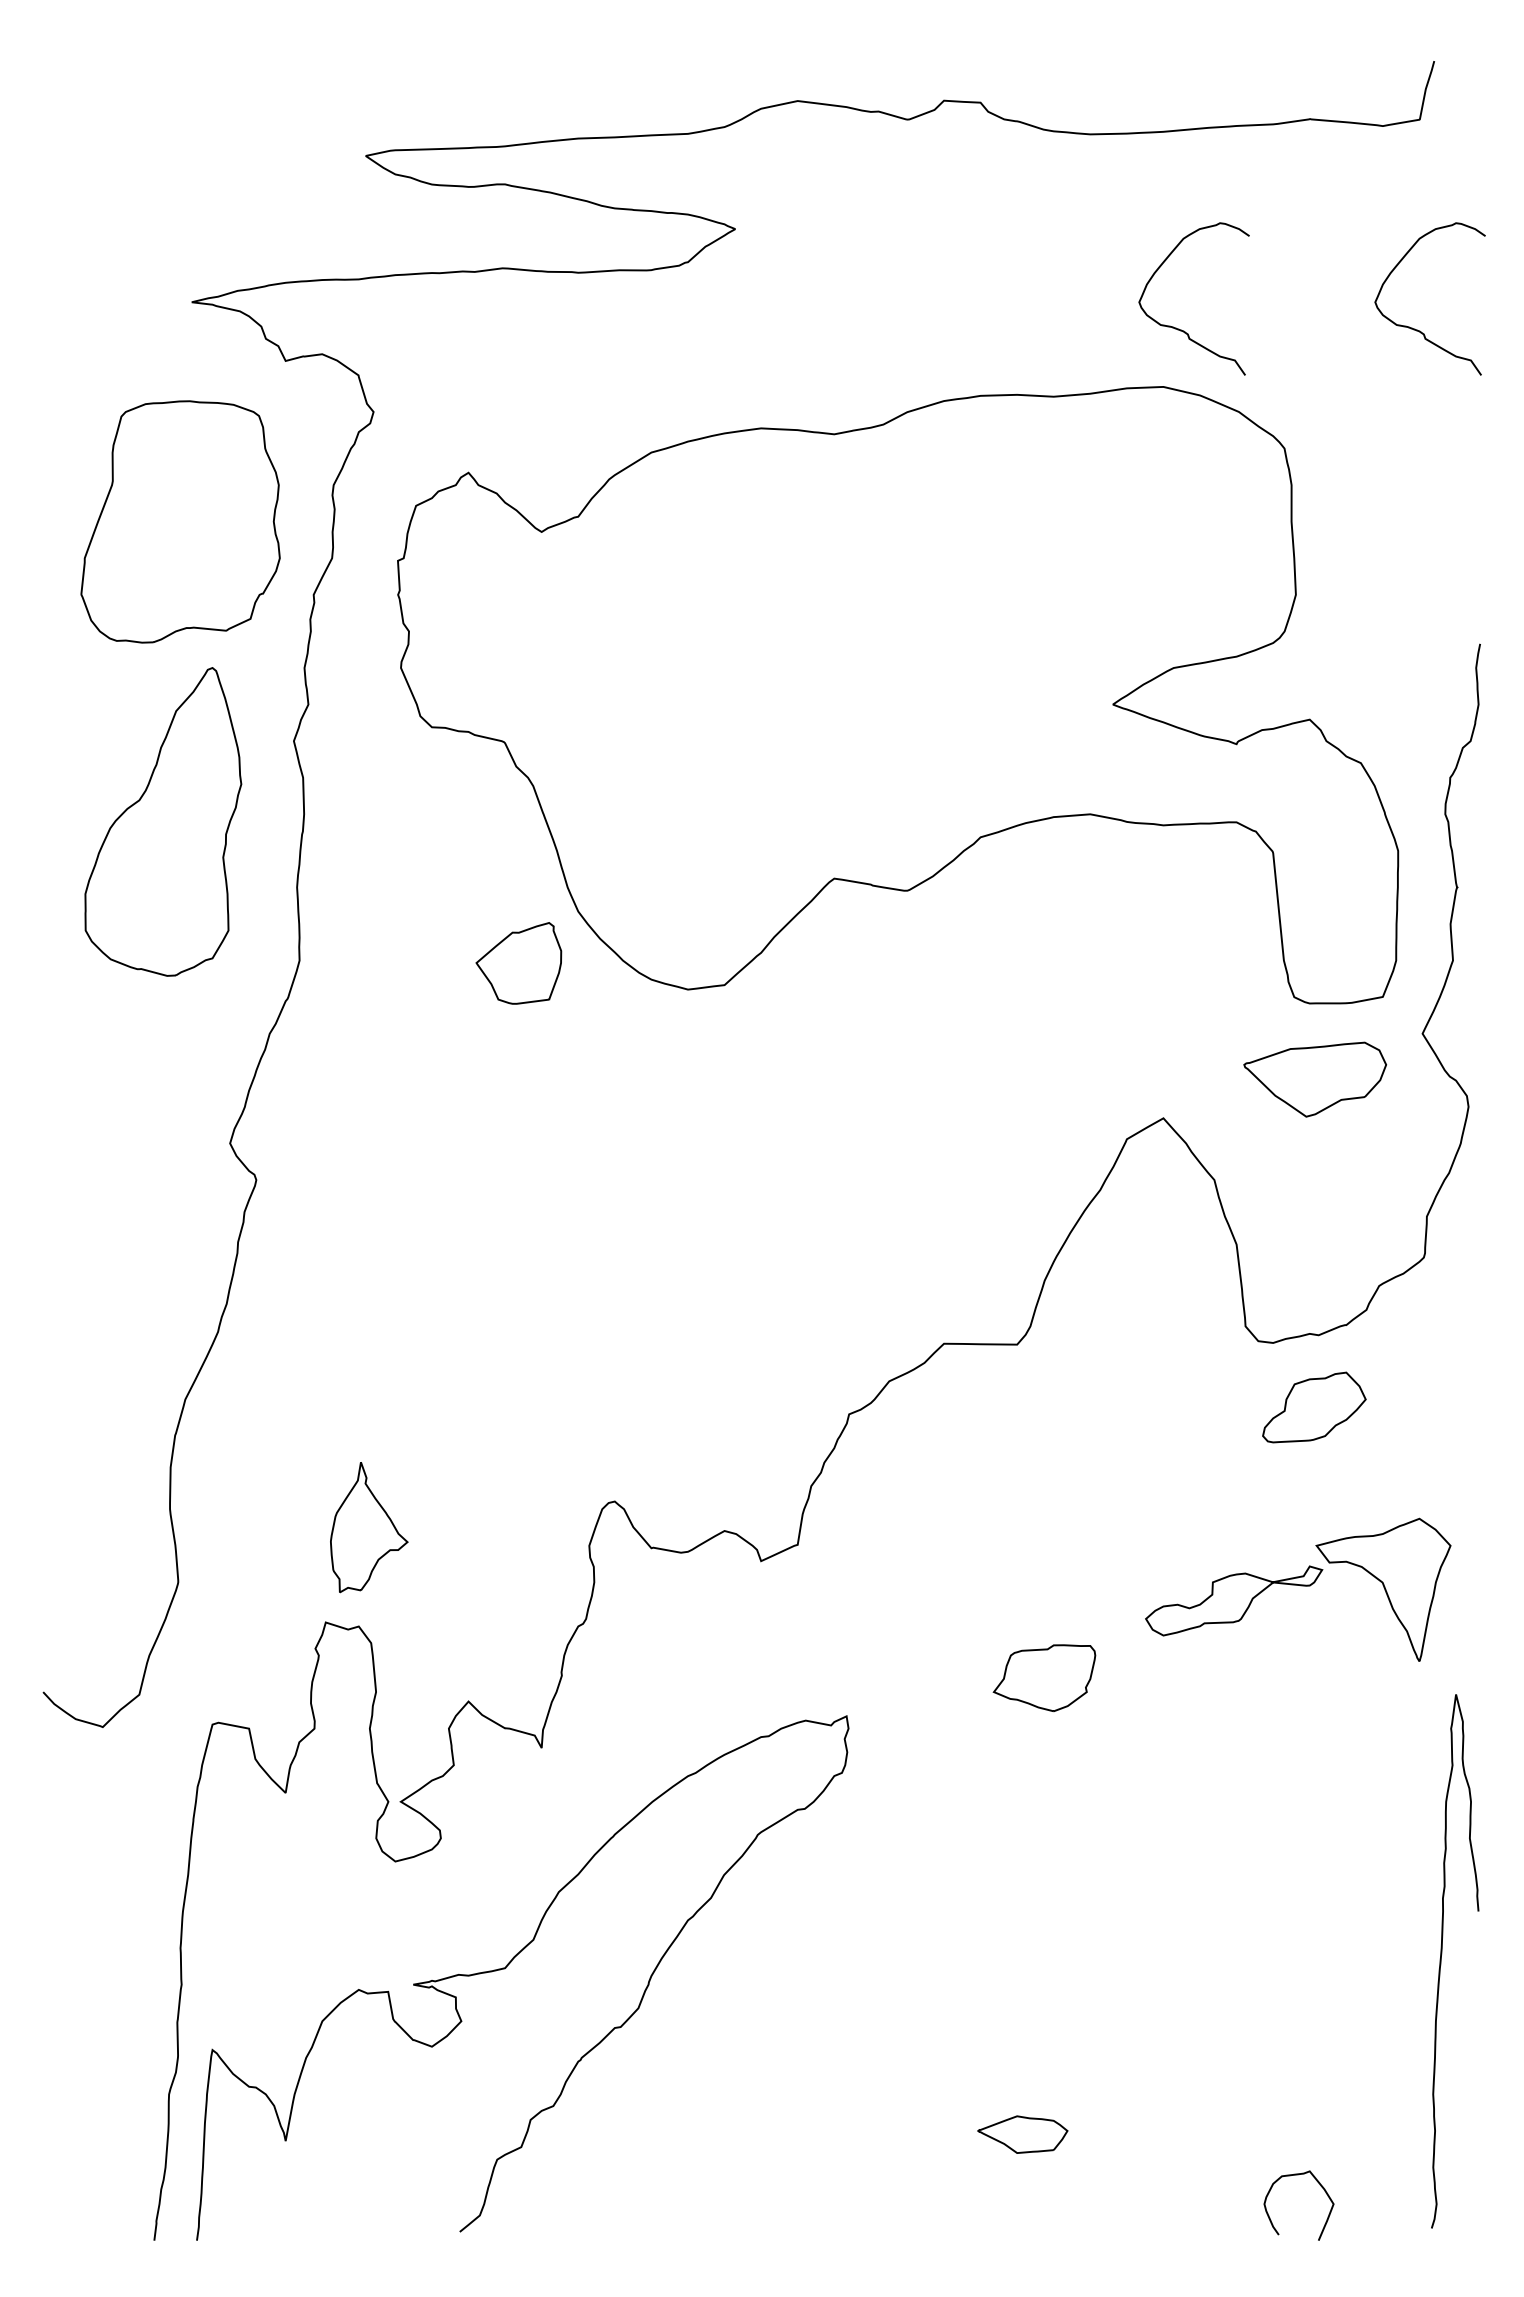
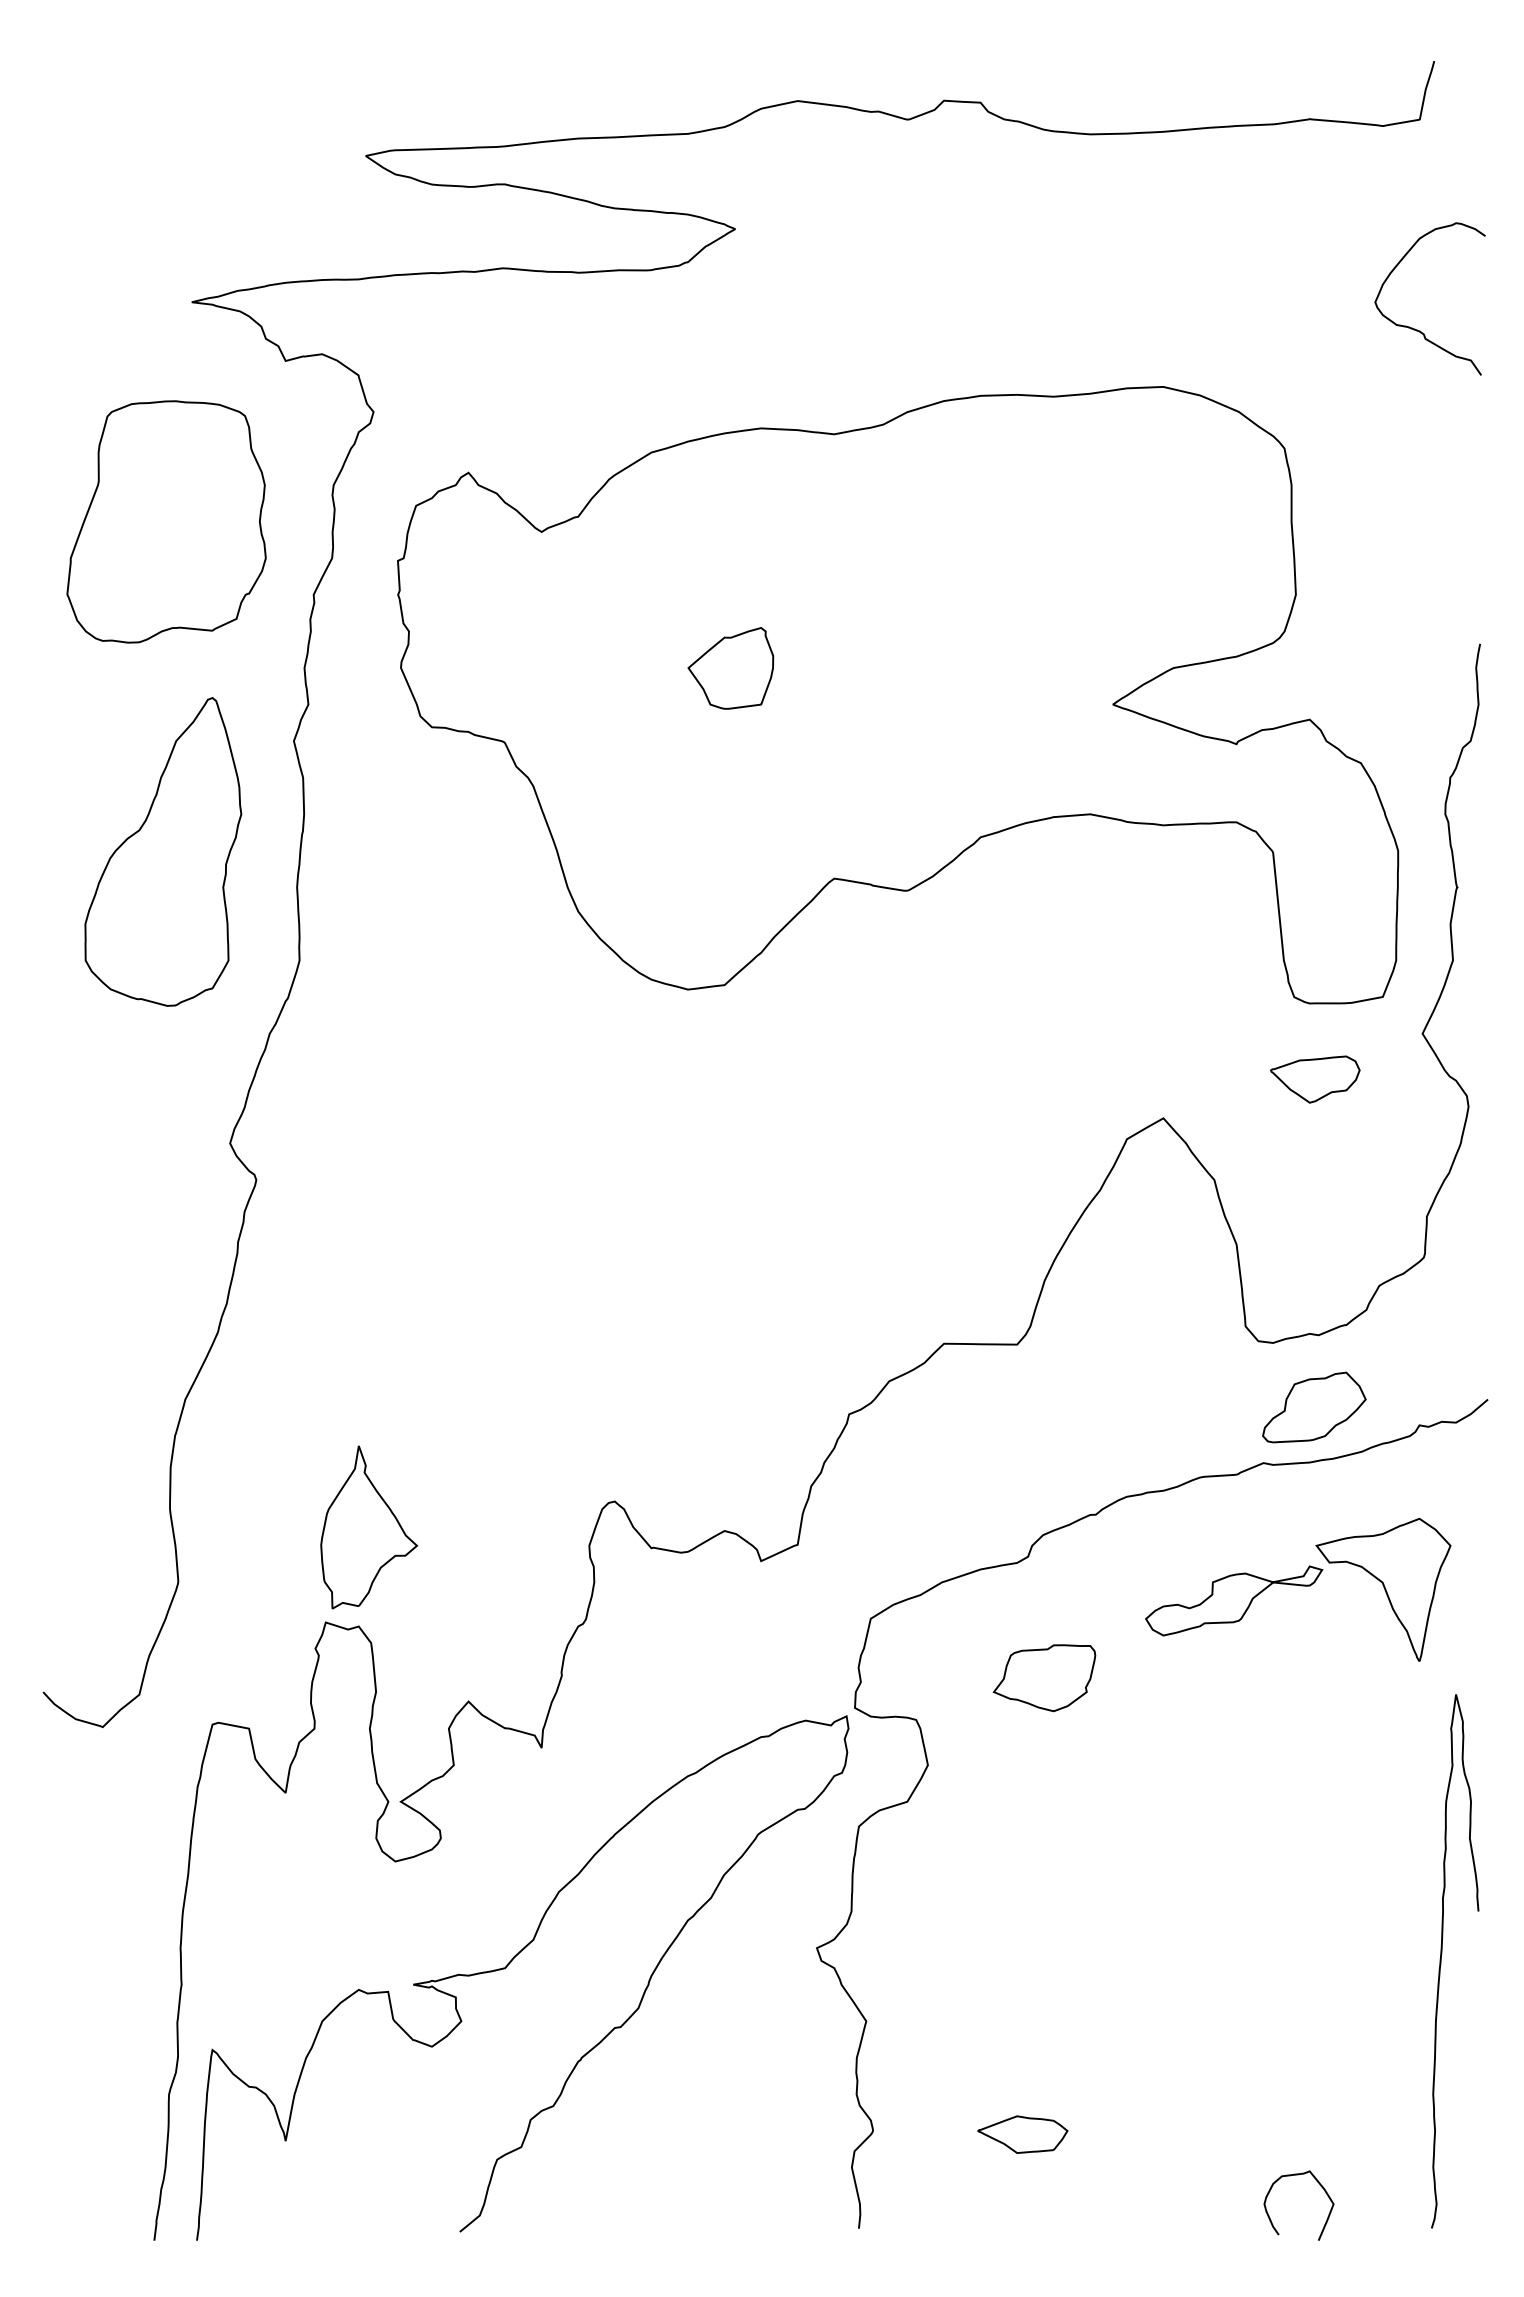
curve at (1181, 329): present -> none
part at (180, 521) position: (180, 521) -> (166, 521)
part at (163, 821) position: (163, 821) -> (163, 851)
part at (518, 963) position: (518, 963) -> (730, 668)
part at (1315, 1079) size: 145x77 px -> 91x49 px
part at (369, 1527) size: 79x132 px -> 99x165 px
curve at (928, 1766): none -> present
